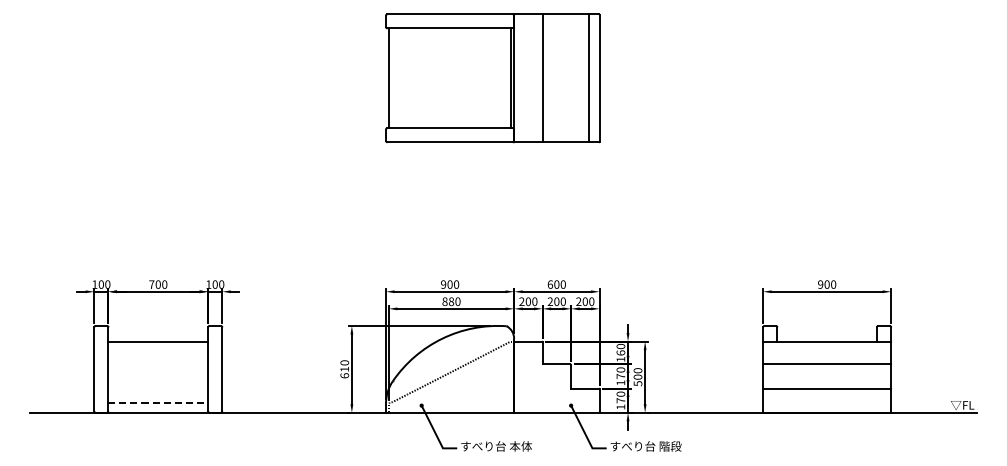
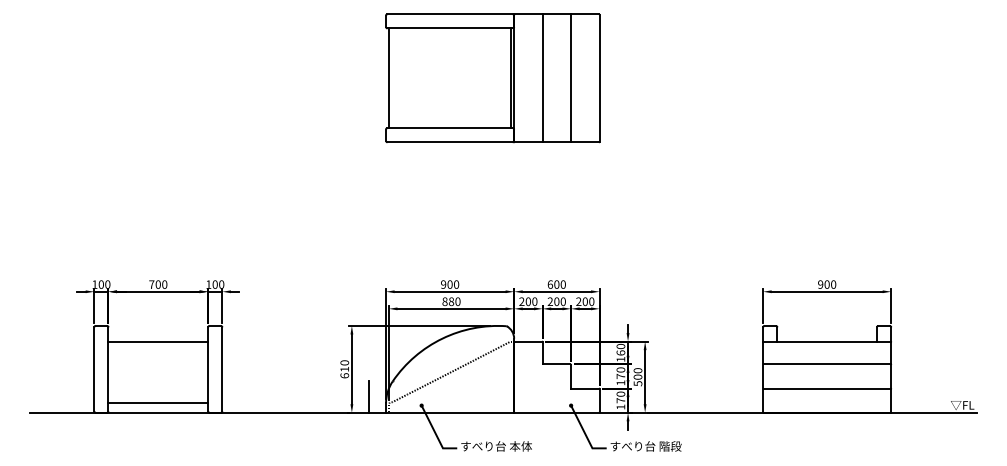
line at (589, 78) position: (589, 78) -> (571, 78)
line at (368, 396): none -> present
line at (158, 402): dashed -> solid
